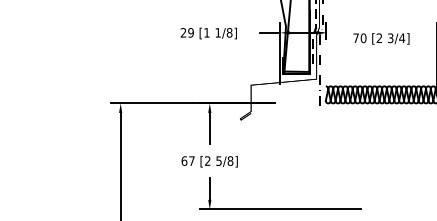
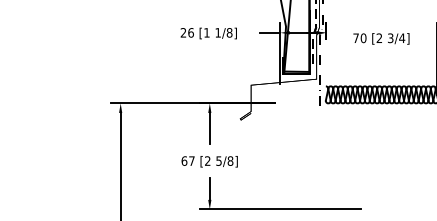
text at (190, 32): 29 -> 26
